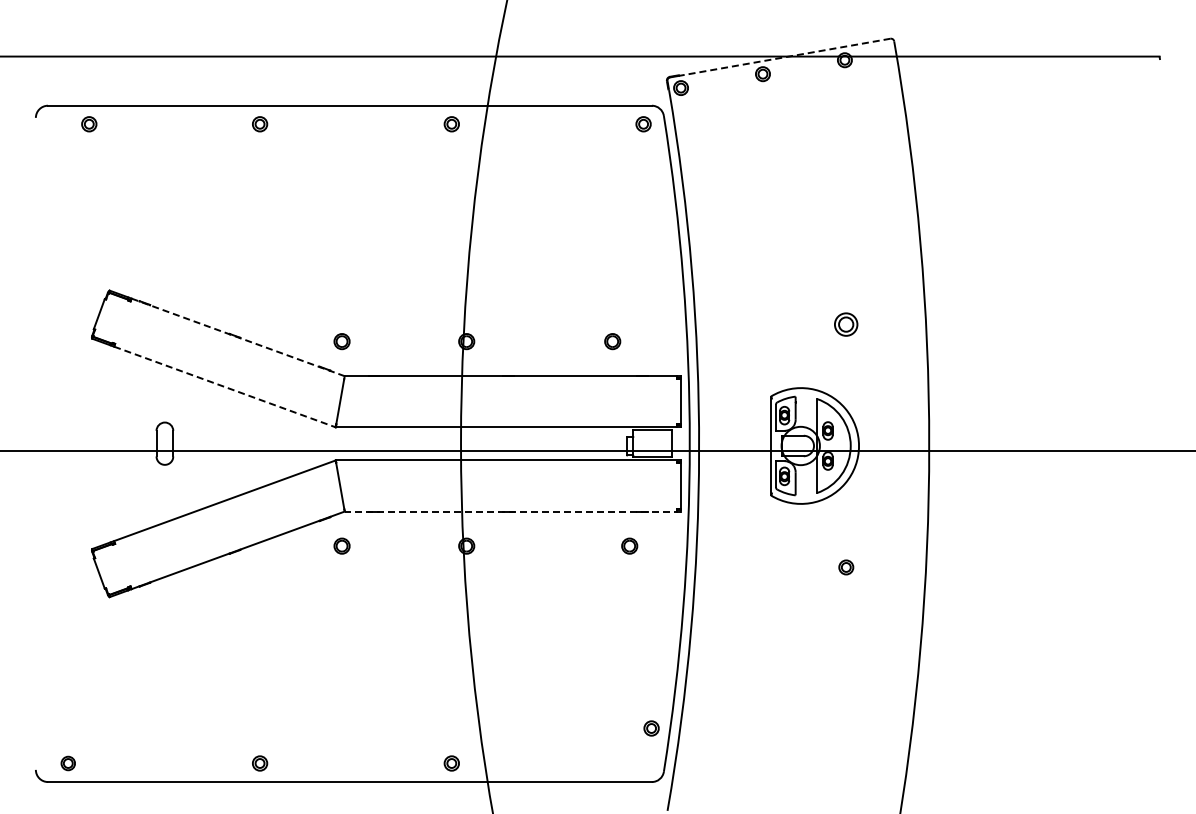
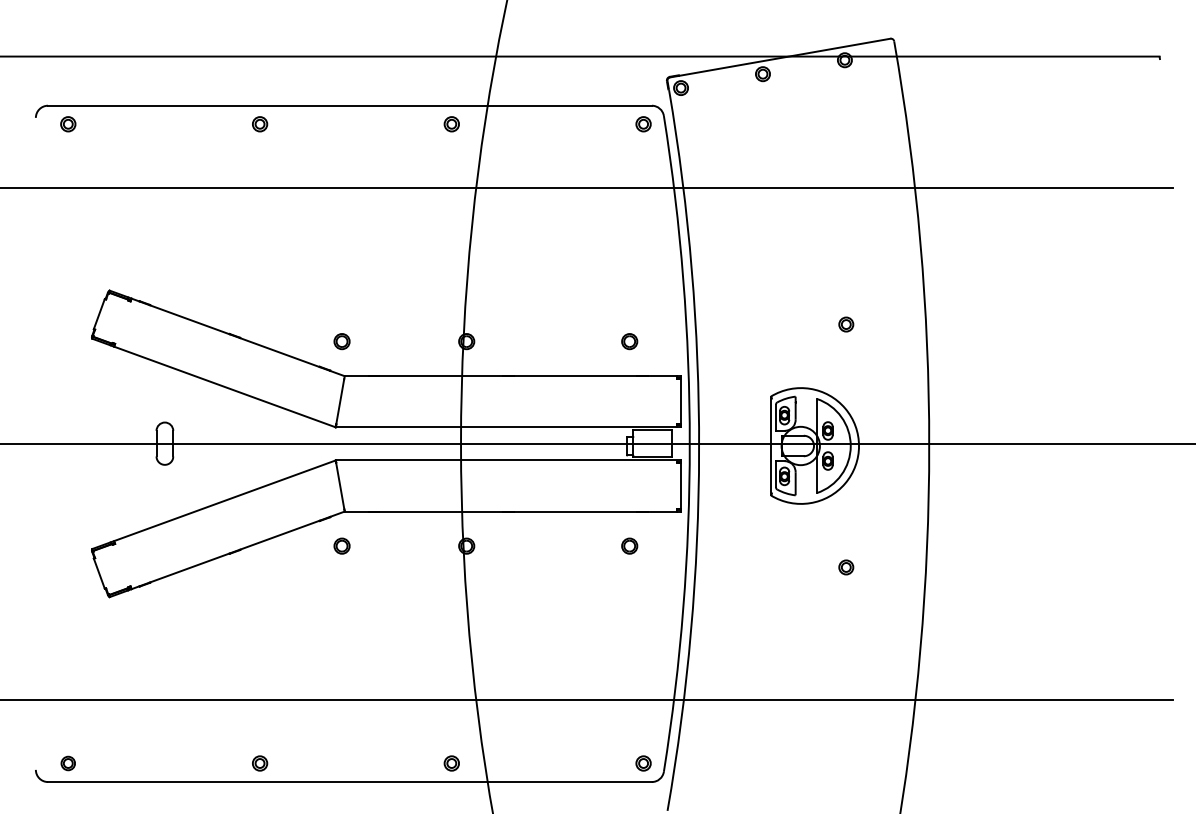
line at (784, 57): dashed -> solid
part at (89, 124) position: (89, 124) -> (68, 124)
line at (587, 187): none -> present
part at (846, 324) size: 25x25 px -> 17x17 px
line at (238, 337): dashed -> solid
part at (612, 341) position: (612, 341) -> (629, 341)
line at (224, 386): dashed -> solid
line at (597, 450) position: (597, 450) -> (597, 443)
line at (512, 511): dashed -> solid
line at (587, 699): none -> present
part at (651, 728) position: (651, 728) -> (643, 763)
